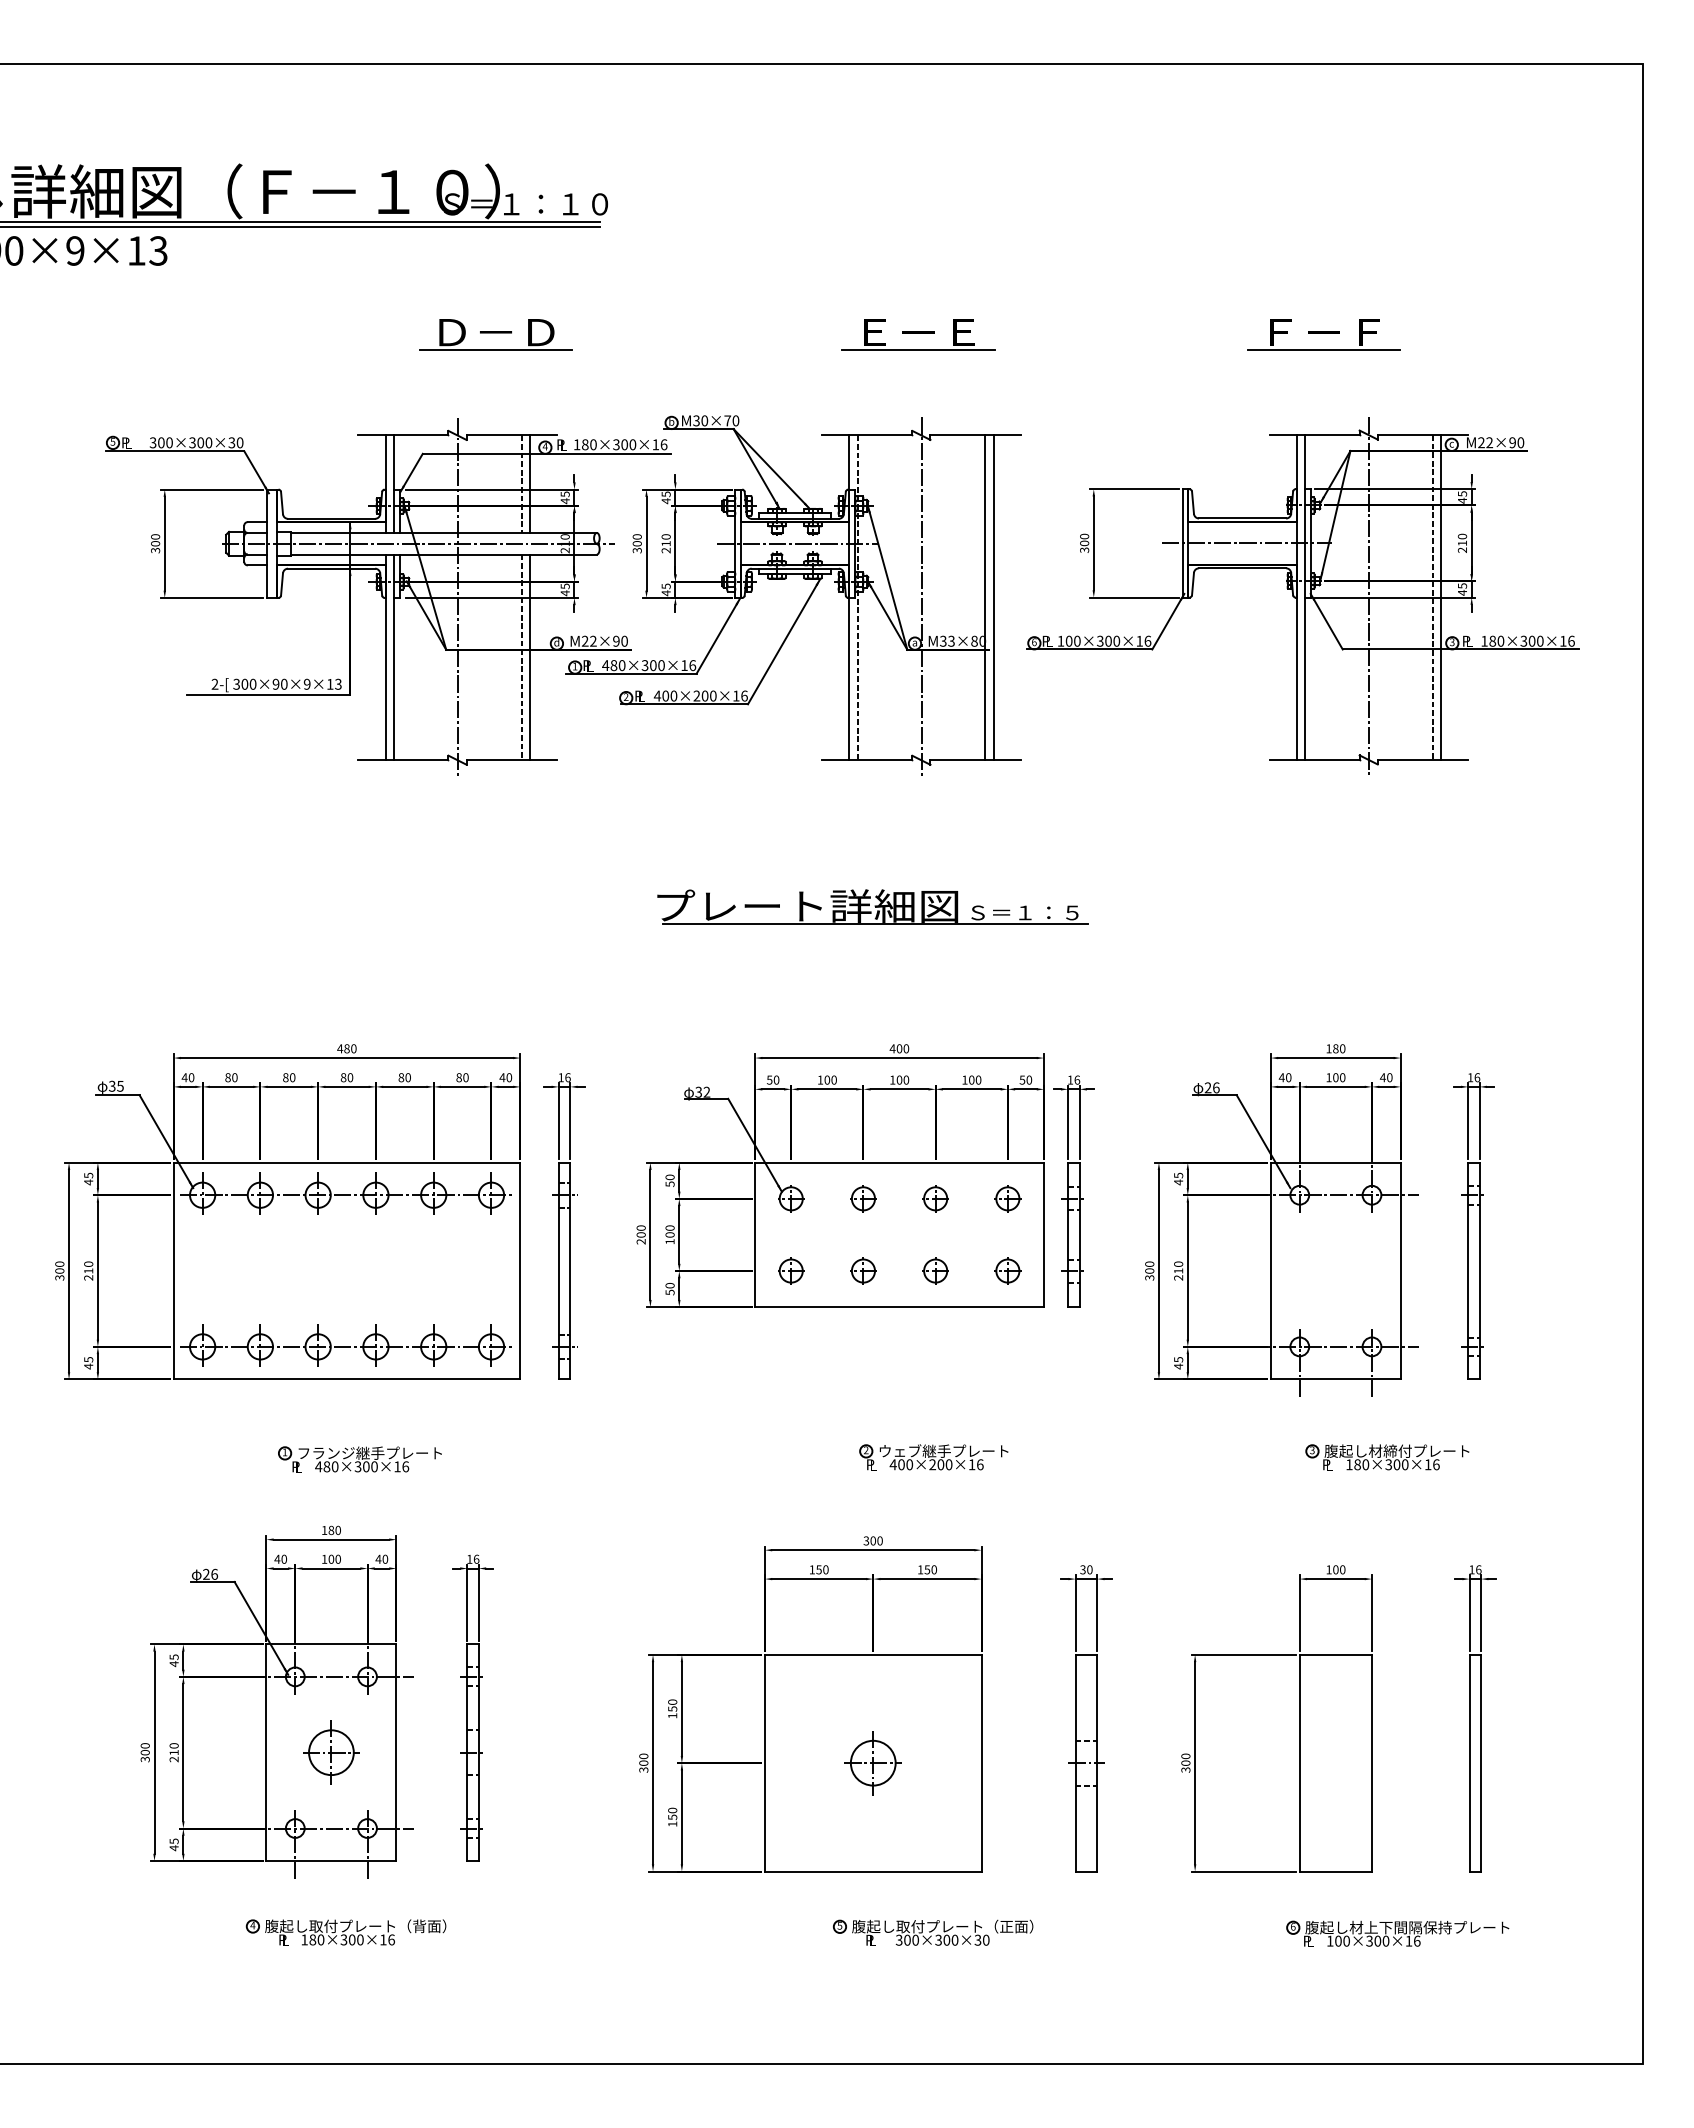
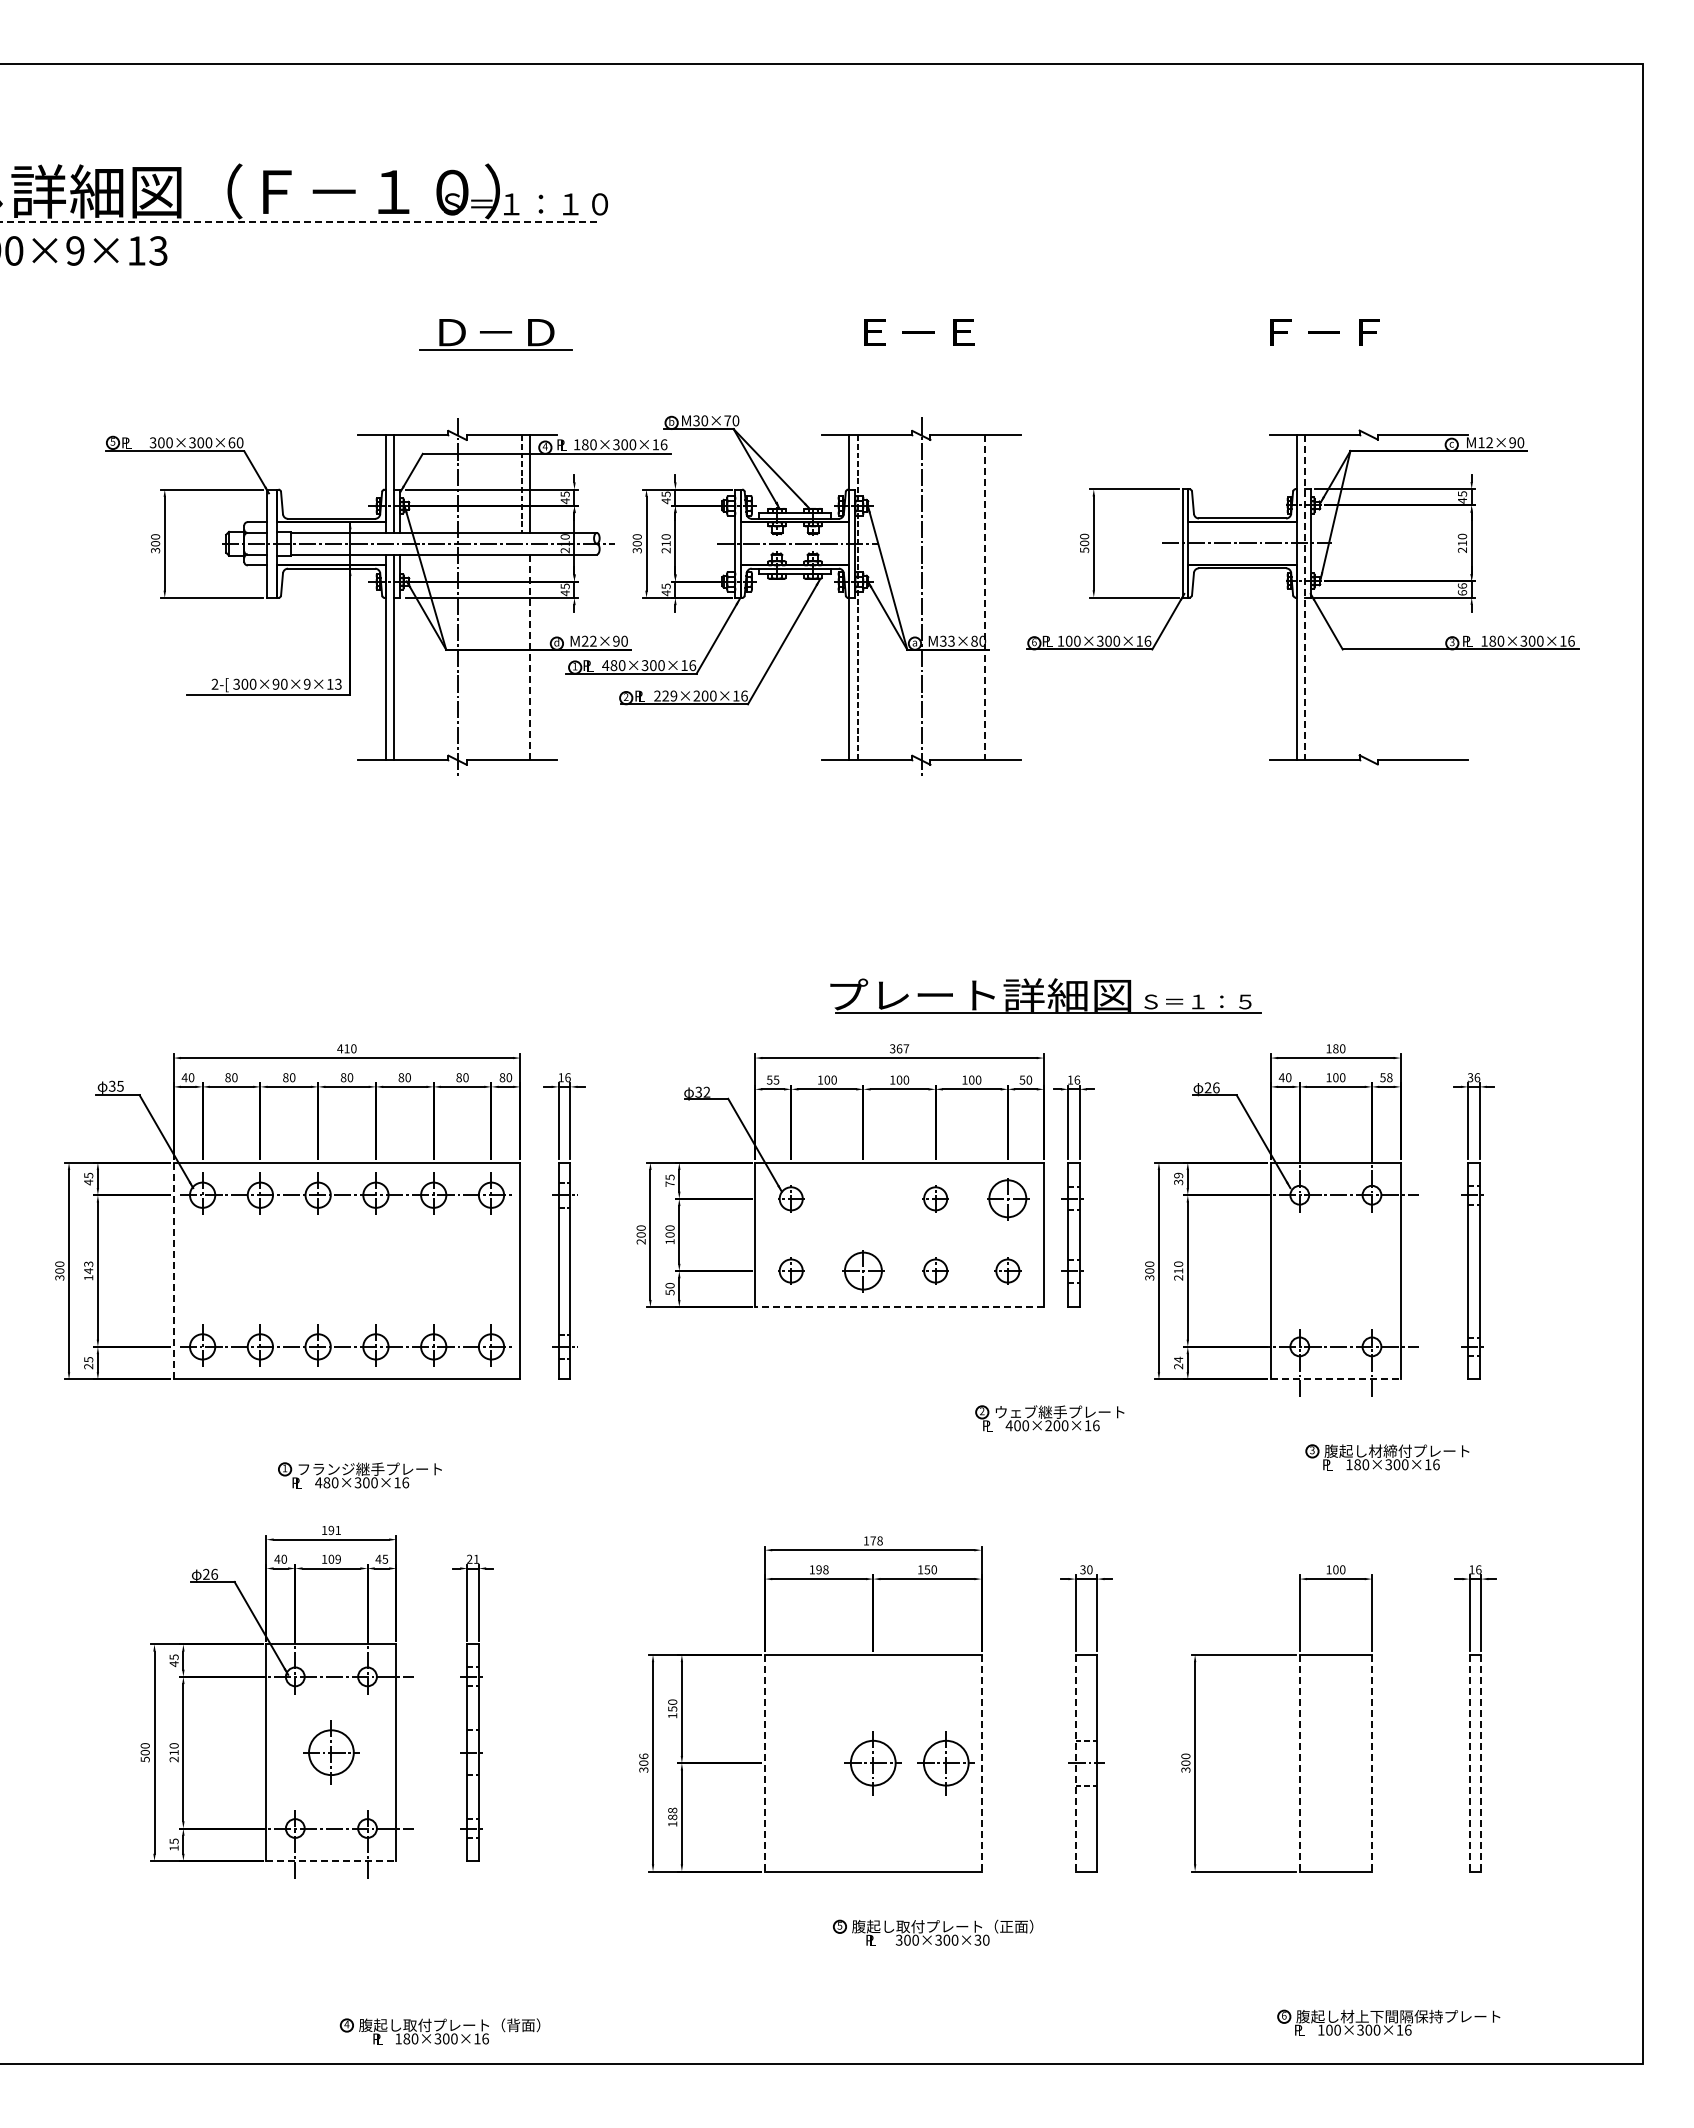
line at (300, 221): solid -> dashed
line at (301, 226): present -> none
line at (918, 349): present -> none
line at (1323, 349): present -> none
text at (231, 442): 300×300×30 -> 300×300×60
text at (1481, 442): M22×90 -> M12×90
text at (1084, 549): 300 -> 500
text at (1462, 589): 45 -> 66
line at (993, 597): present -> none
line at (1368, 597): present -> none
line at (1432, 597): present -> none
line at (1441, 597): present -> none
line at (985, 598): solid -> dashed
line at (1305, 598): solid -> dashed
line at (521, 657): present -> none
line at (530, 657): solid -> dashed
text at (665, 695): 400×200×16 -> 229×200×16
part at (872, 906) position: (872, 906) -> (1045, 995)
text at (346, 1048): 480 -> 410
text at (899, 1048): 400 -> 367
text at (502, 1077): 40 -> 80
text at (1385, 1077): 40 -> 58
text at (1470, 1077): 16 -> 36
text at (776, 1079): 50 -> 55
text at (1178, 1178): 45 -> 39
text at (669, 1180): 50 -> 75
part at (863, 1198): present -> none
part at (1007, 1198) size: 28x28 px -> 43x43 px
text at (88, 1270): 210 -> 143
part at (863, 1270) size: 27x28 px -> 43x43 px
line at (173, 1271): solid -> dashed
line at (899, 1307): solid -> dashed
text at (1178, 1362): 45 -> 24
text at (88, 1366): 45 -> 25
line at (1335, 1379): solid -> dashed
part at (933, 1457) position: (933, 1457) -> (1049, 1418)
part at (359, 1459) position: (359, 1459) -> (359, 1475)
text at (334, 1530): 180 -> 191
text at (872, 1540): 300 -> 178
text at (385, 1558): 40 -> 45
text at (473, 1558): 16 -> 21
text at (337, 1559): 100 -> 109
text at (822, 1569): 150 -> 198
text at (643, 1755): 300 -> 306
text at (144, 1758): 300 -> 500
line at (764, 1763): solid -> dashed
part at (945, 1763): none -> present
line at (981, 1763): solid -> dashed
line at (1075, 1763): solid -> dashed
line at (1299, 1763): solid -> dashed
line at (1372, 1763): solid -> dashed
line at (1469, 1763): solid -> dashed
line at (1481, 1763): solid -> dashed
text at (672, 1813): 150 -> 188
text at (173, 1848): 45 -> 15
line at (331, 1861): solid -> dashed
part at (345, 1932) position: (345, 1932) -> (439, 2031)
part at (1397, 1933) position: (1397, 1933) -> (1388, 2022)
